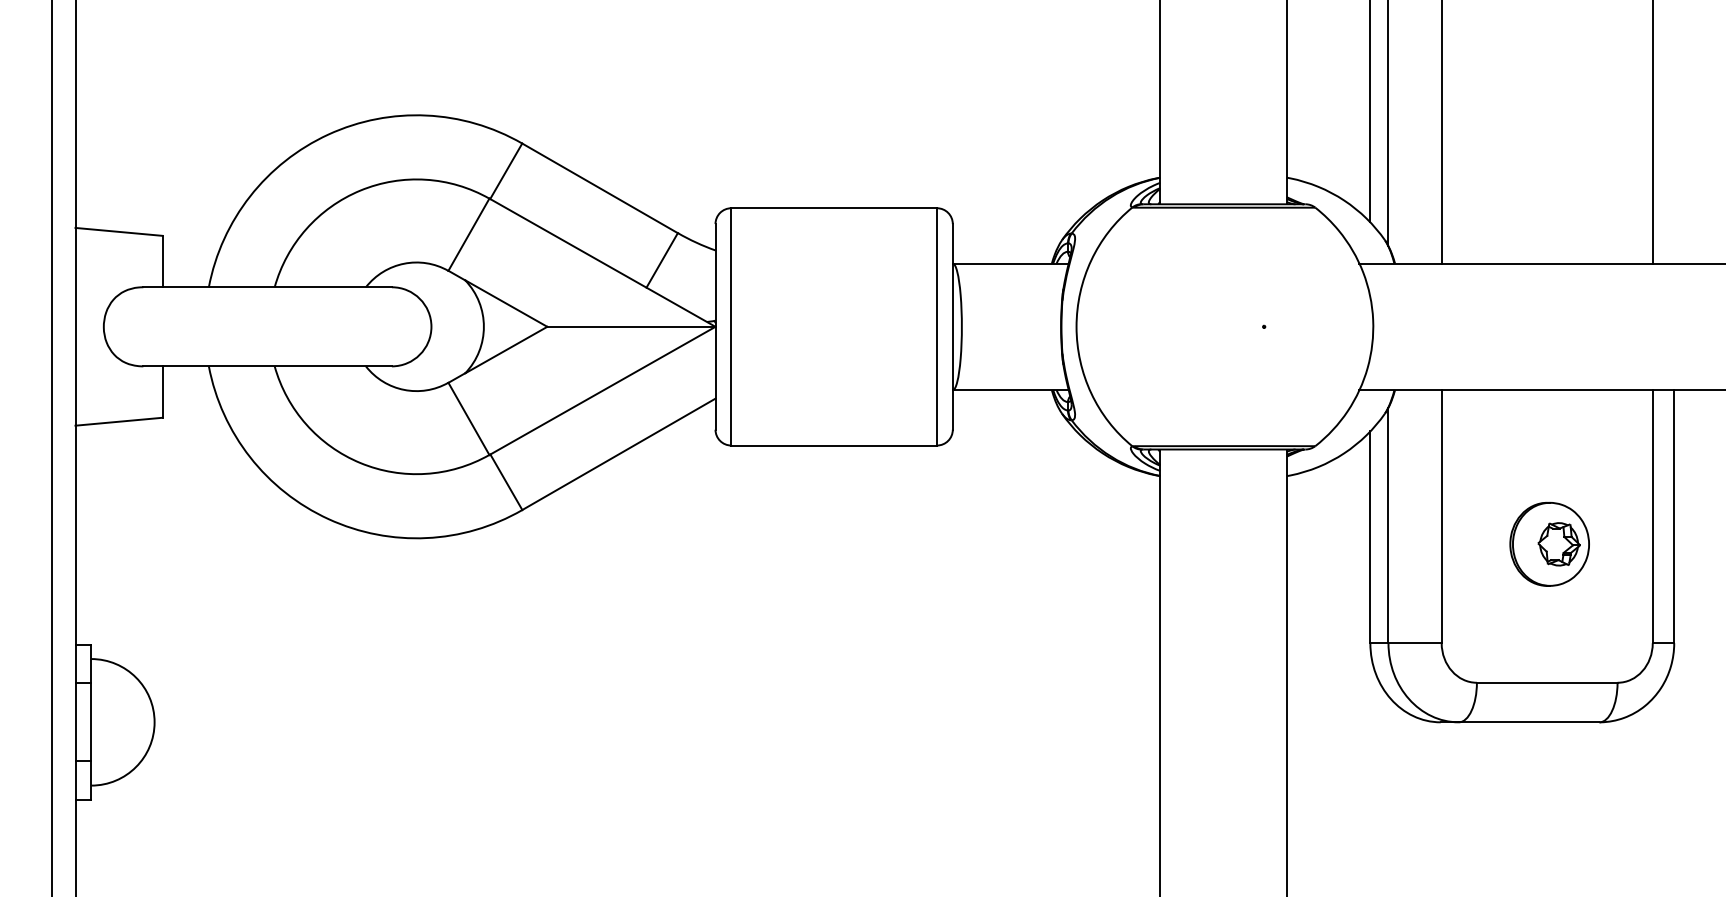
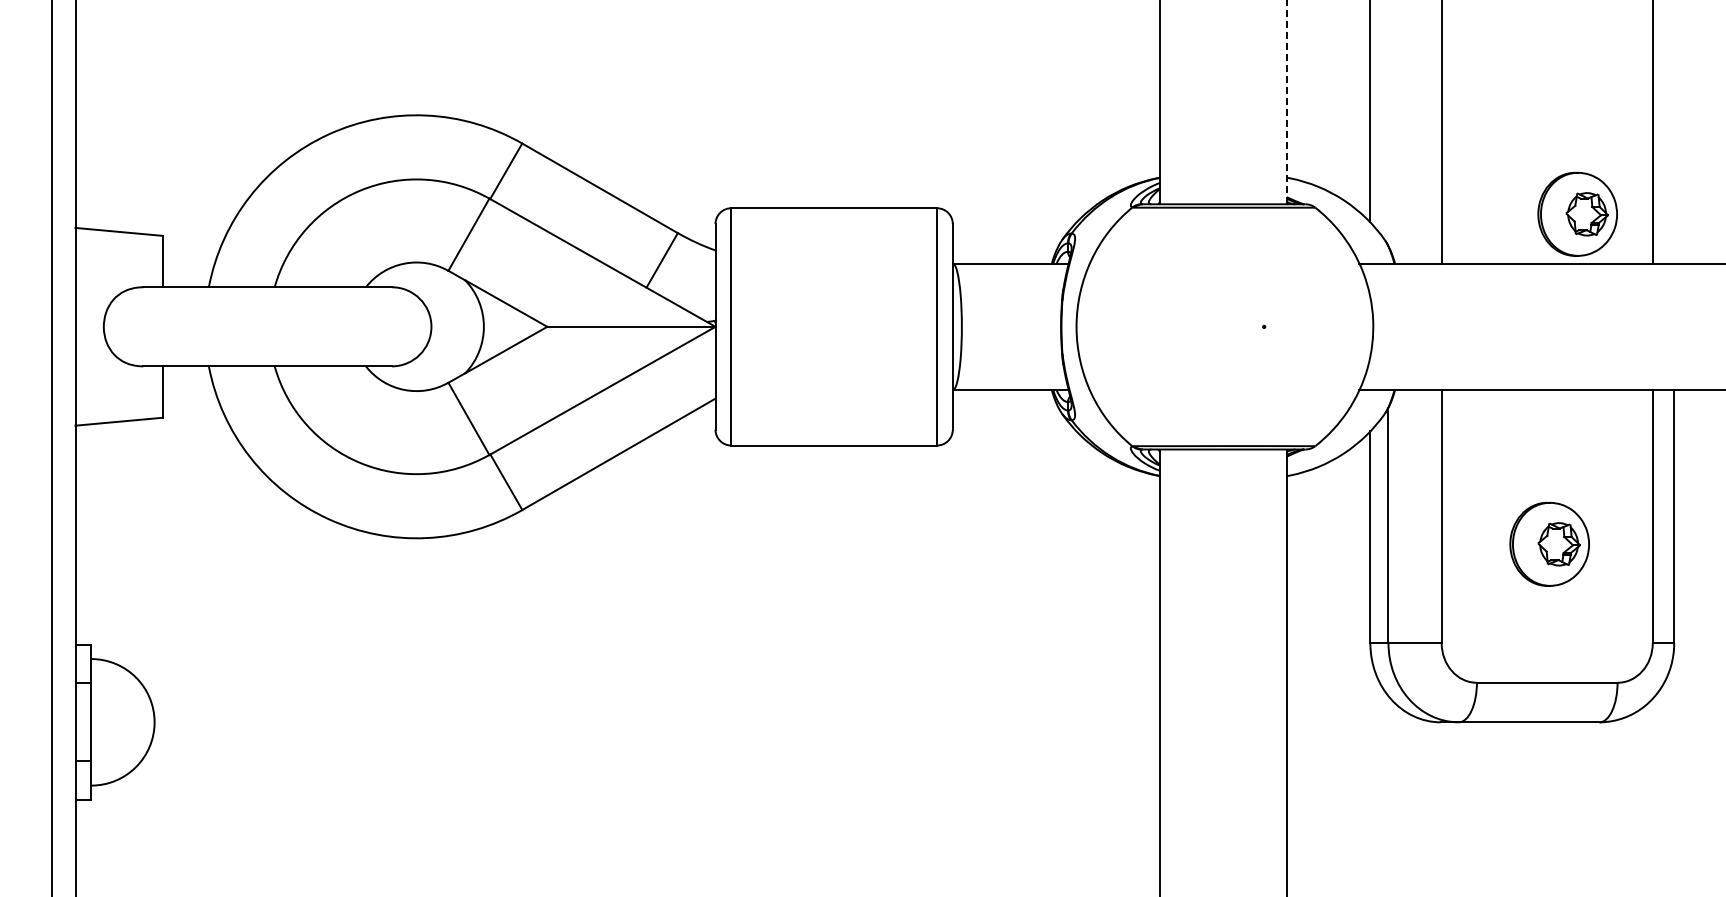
line at (1286, 102): solid -> dashed
line at (1388, 124): present -> none
part at (1577, 213): none -> present
